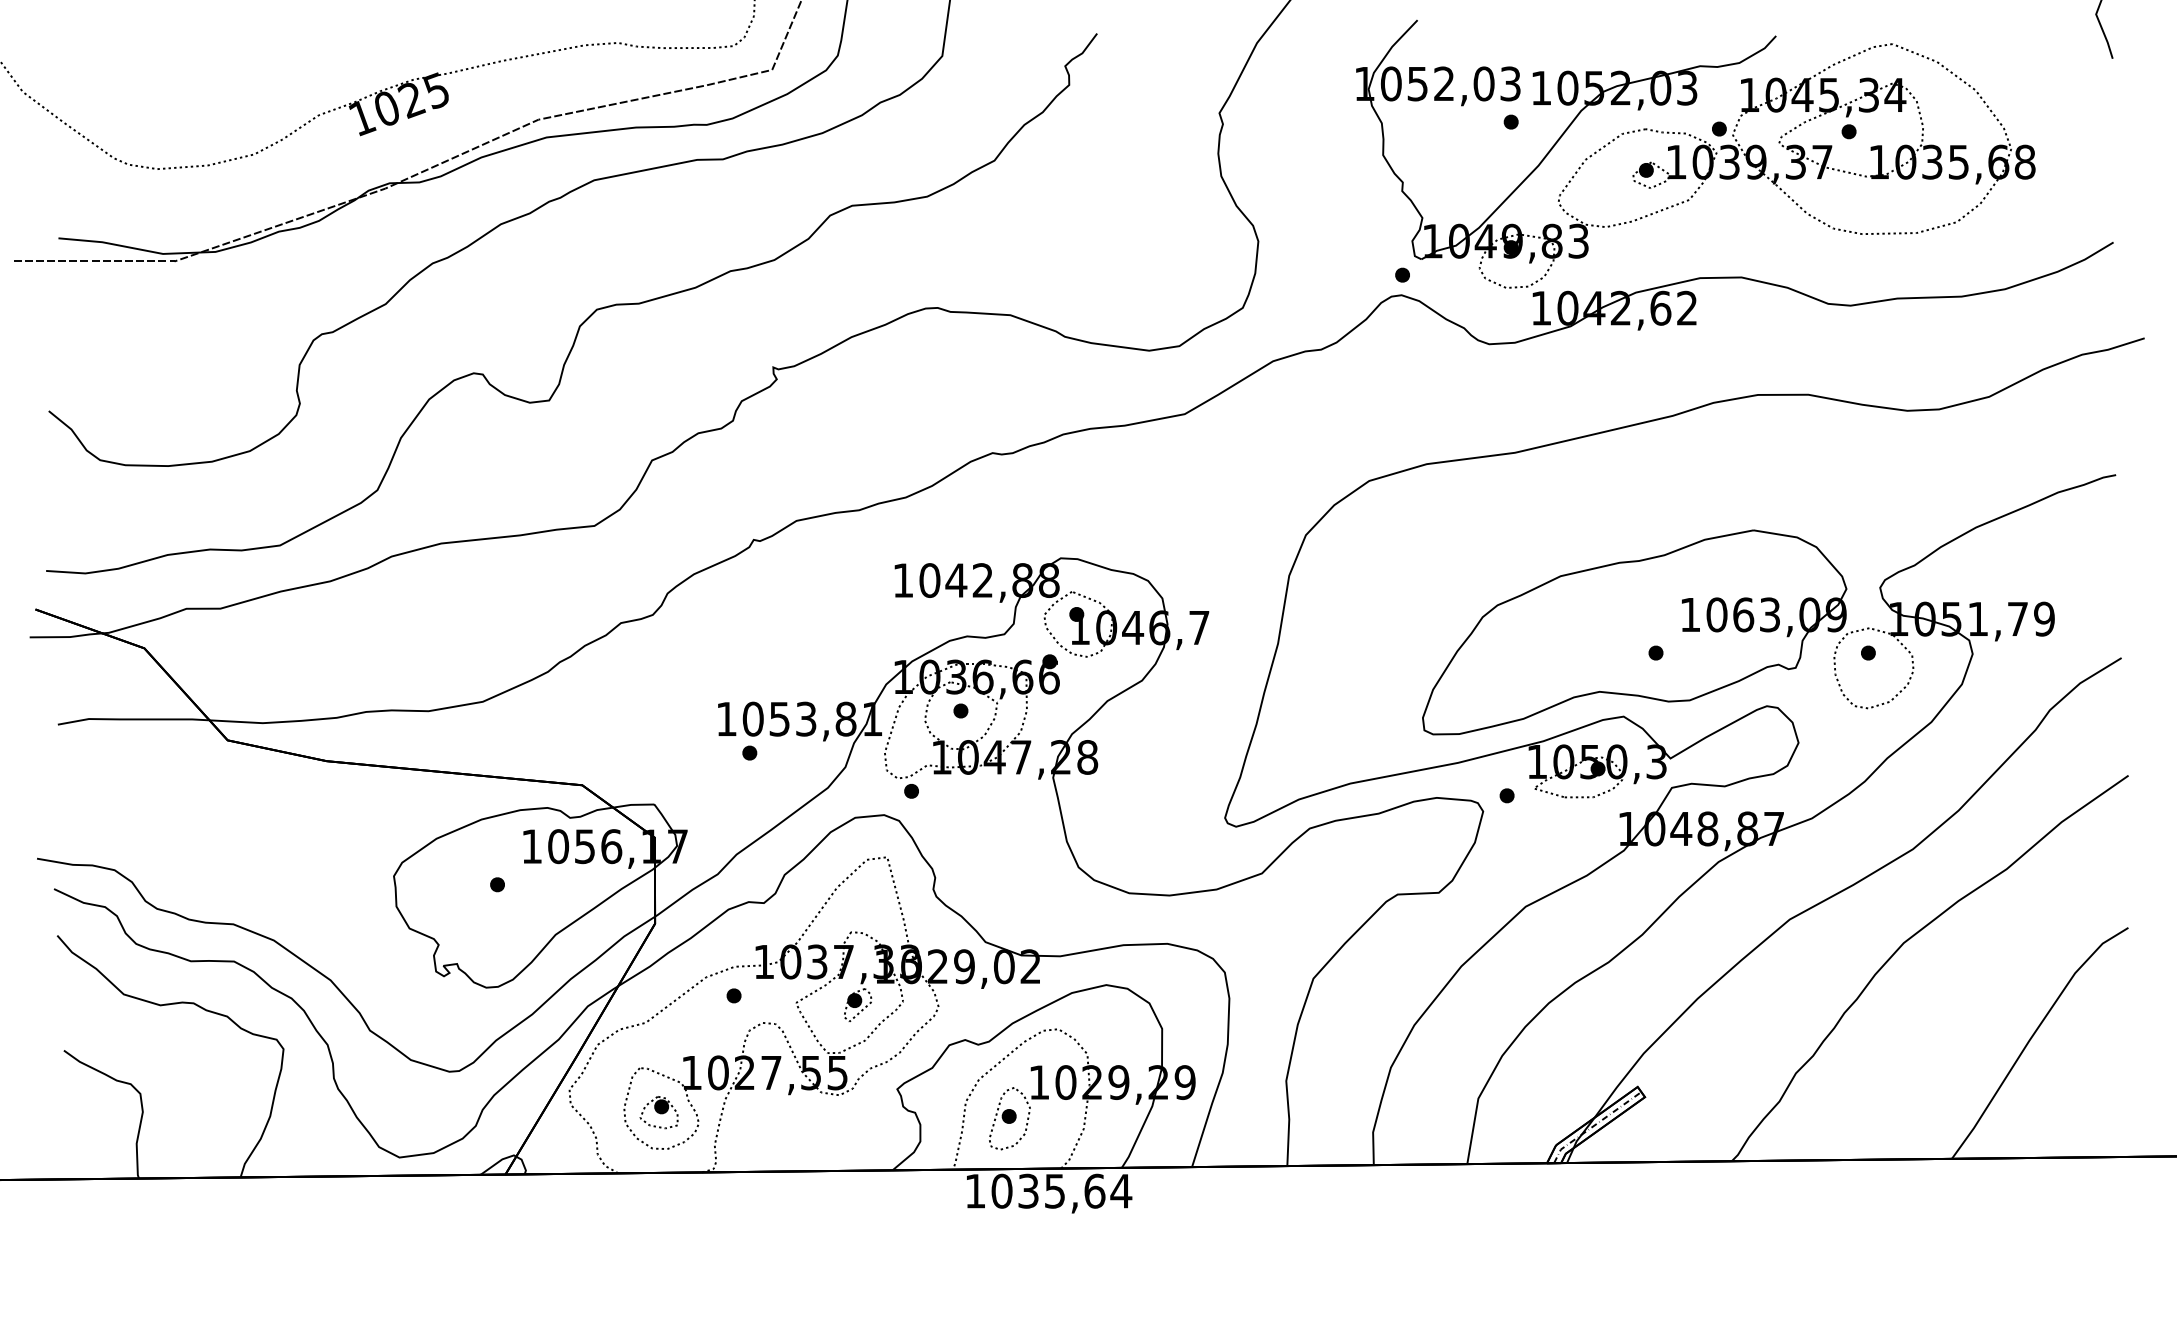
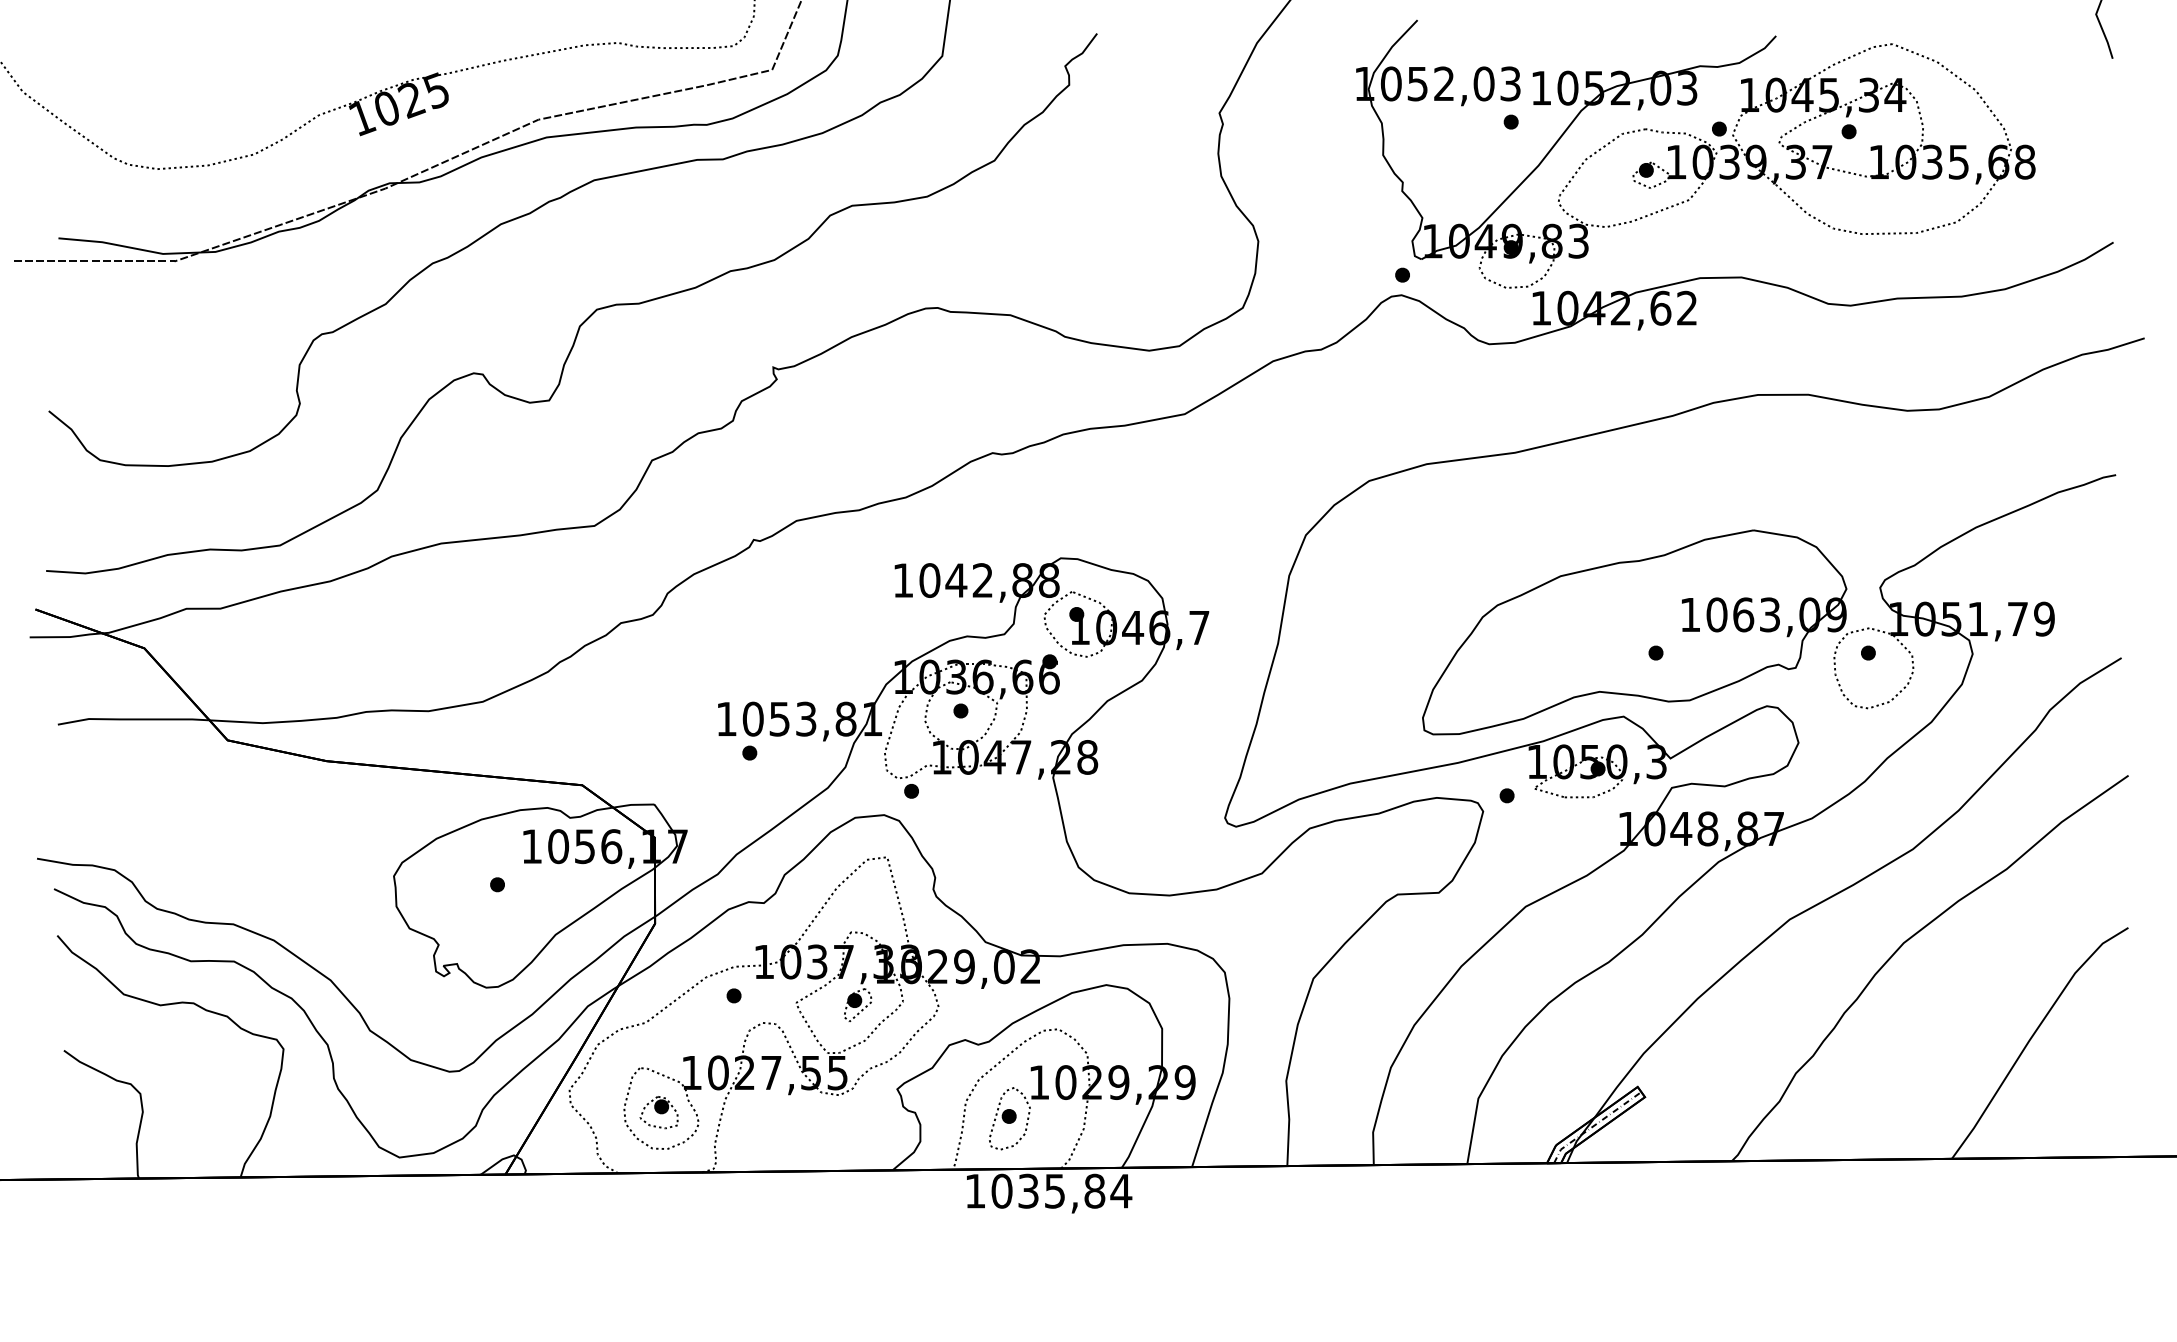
text at (1094, 1190): 1035,64 -> 1035,84
